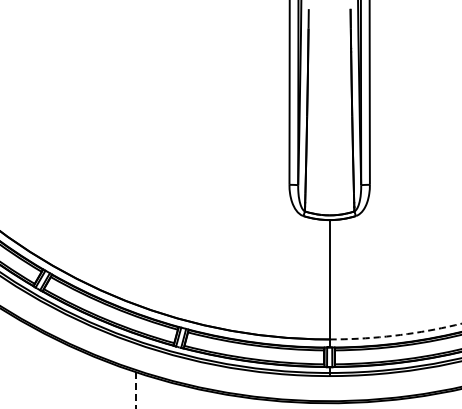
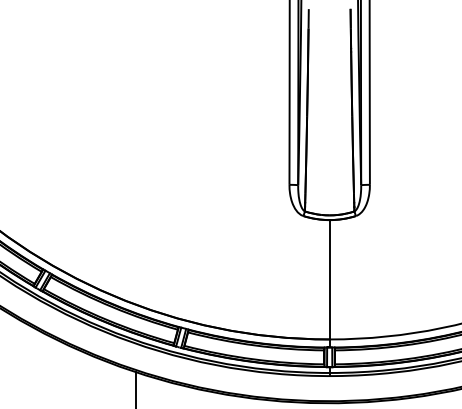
arc at (395, 335): dashed -> solid
line at (136, 390): dashed -> solid
